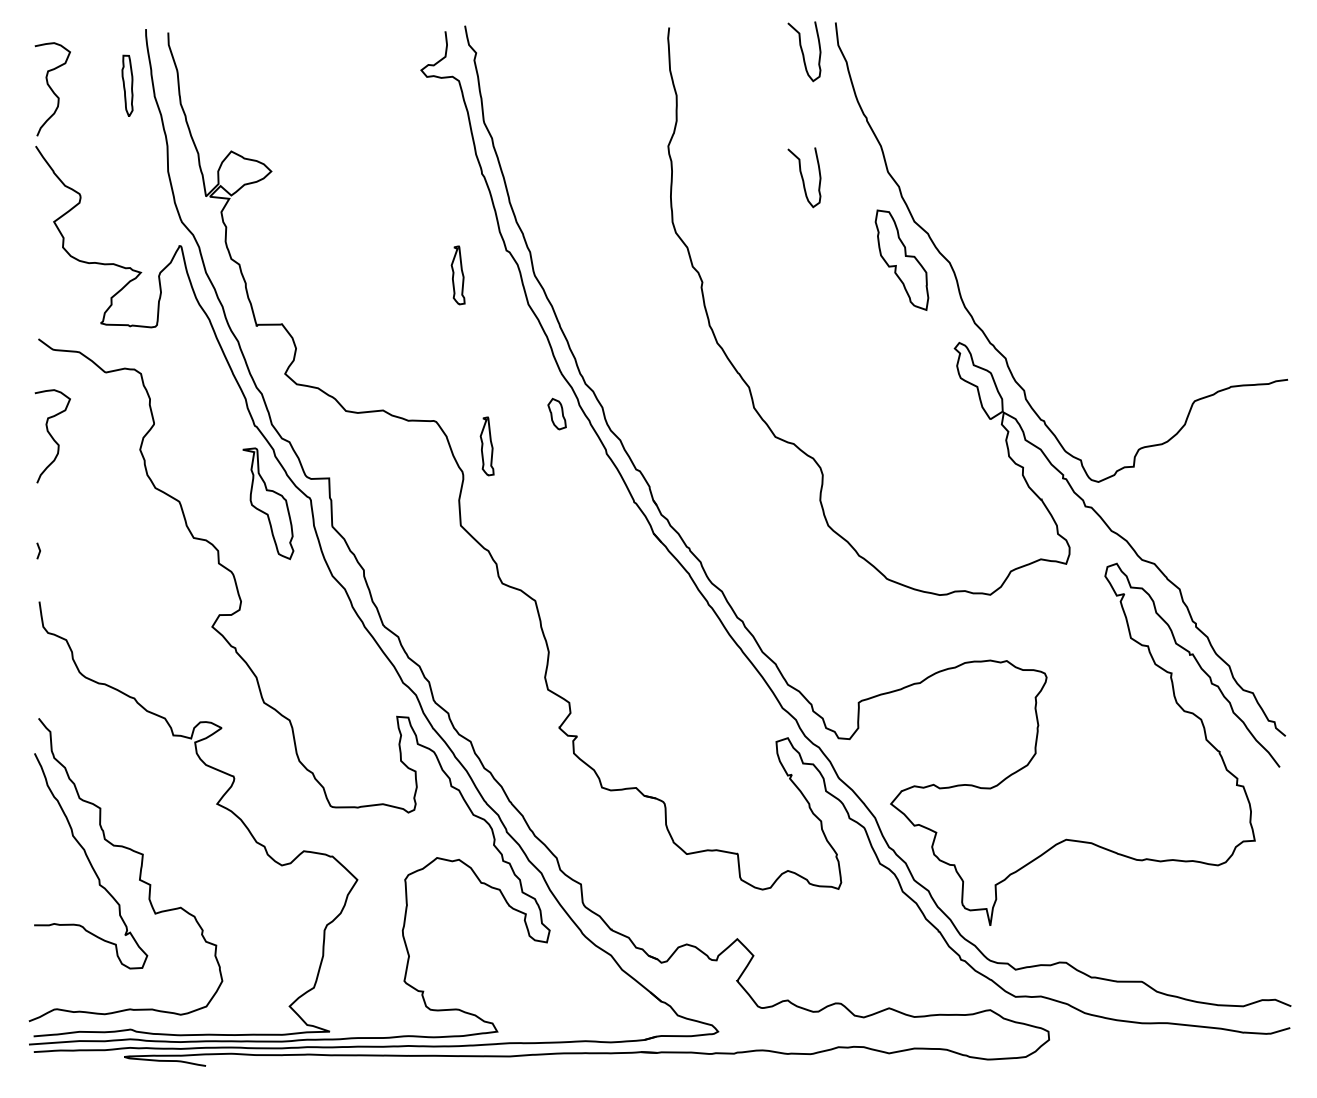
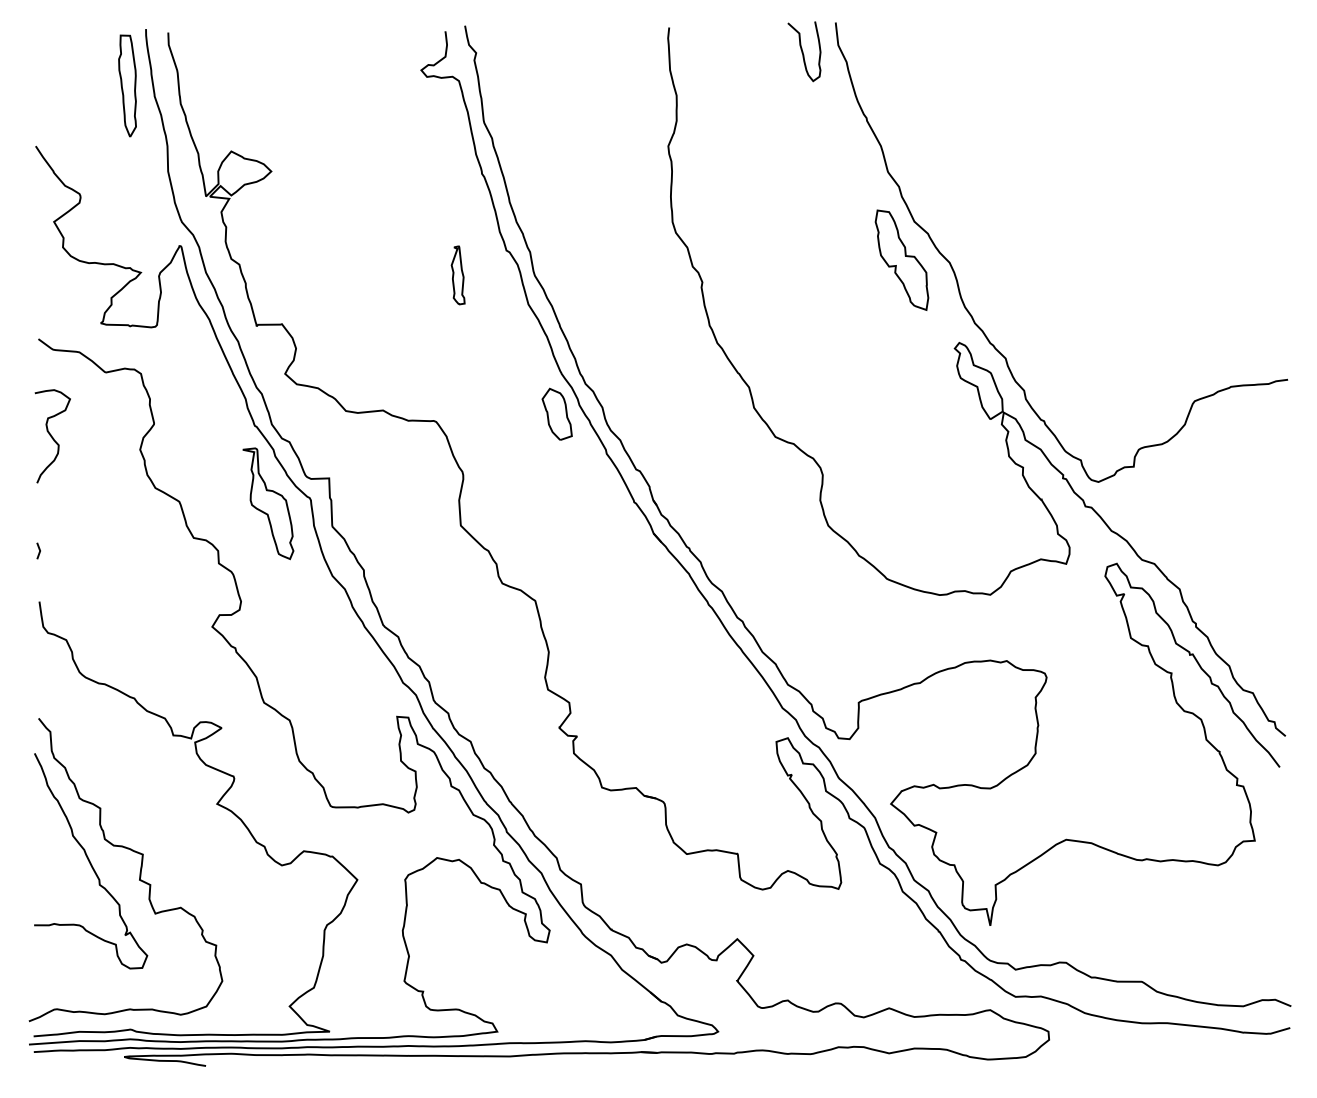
part at (127, 85) size: 13x63 px -> 19x104 px
curve at (52, 89): present -> none
curve at (803, 177): present -> none
part at (556, 413) size: 20x34 px -> 32x54 px
part at (486, 446): present -> none
